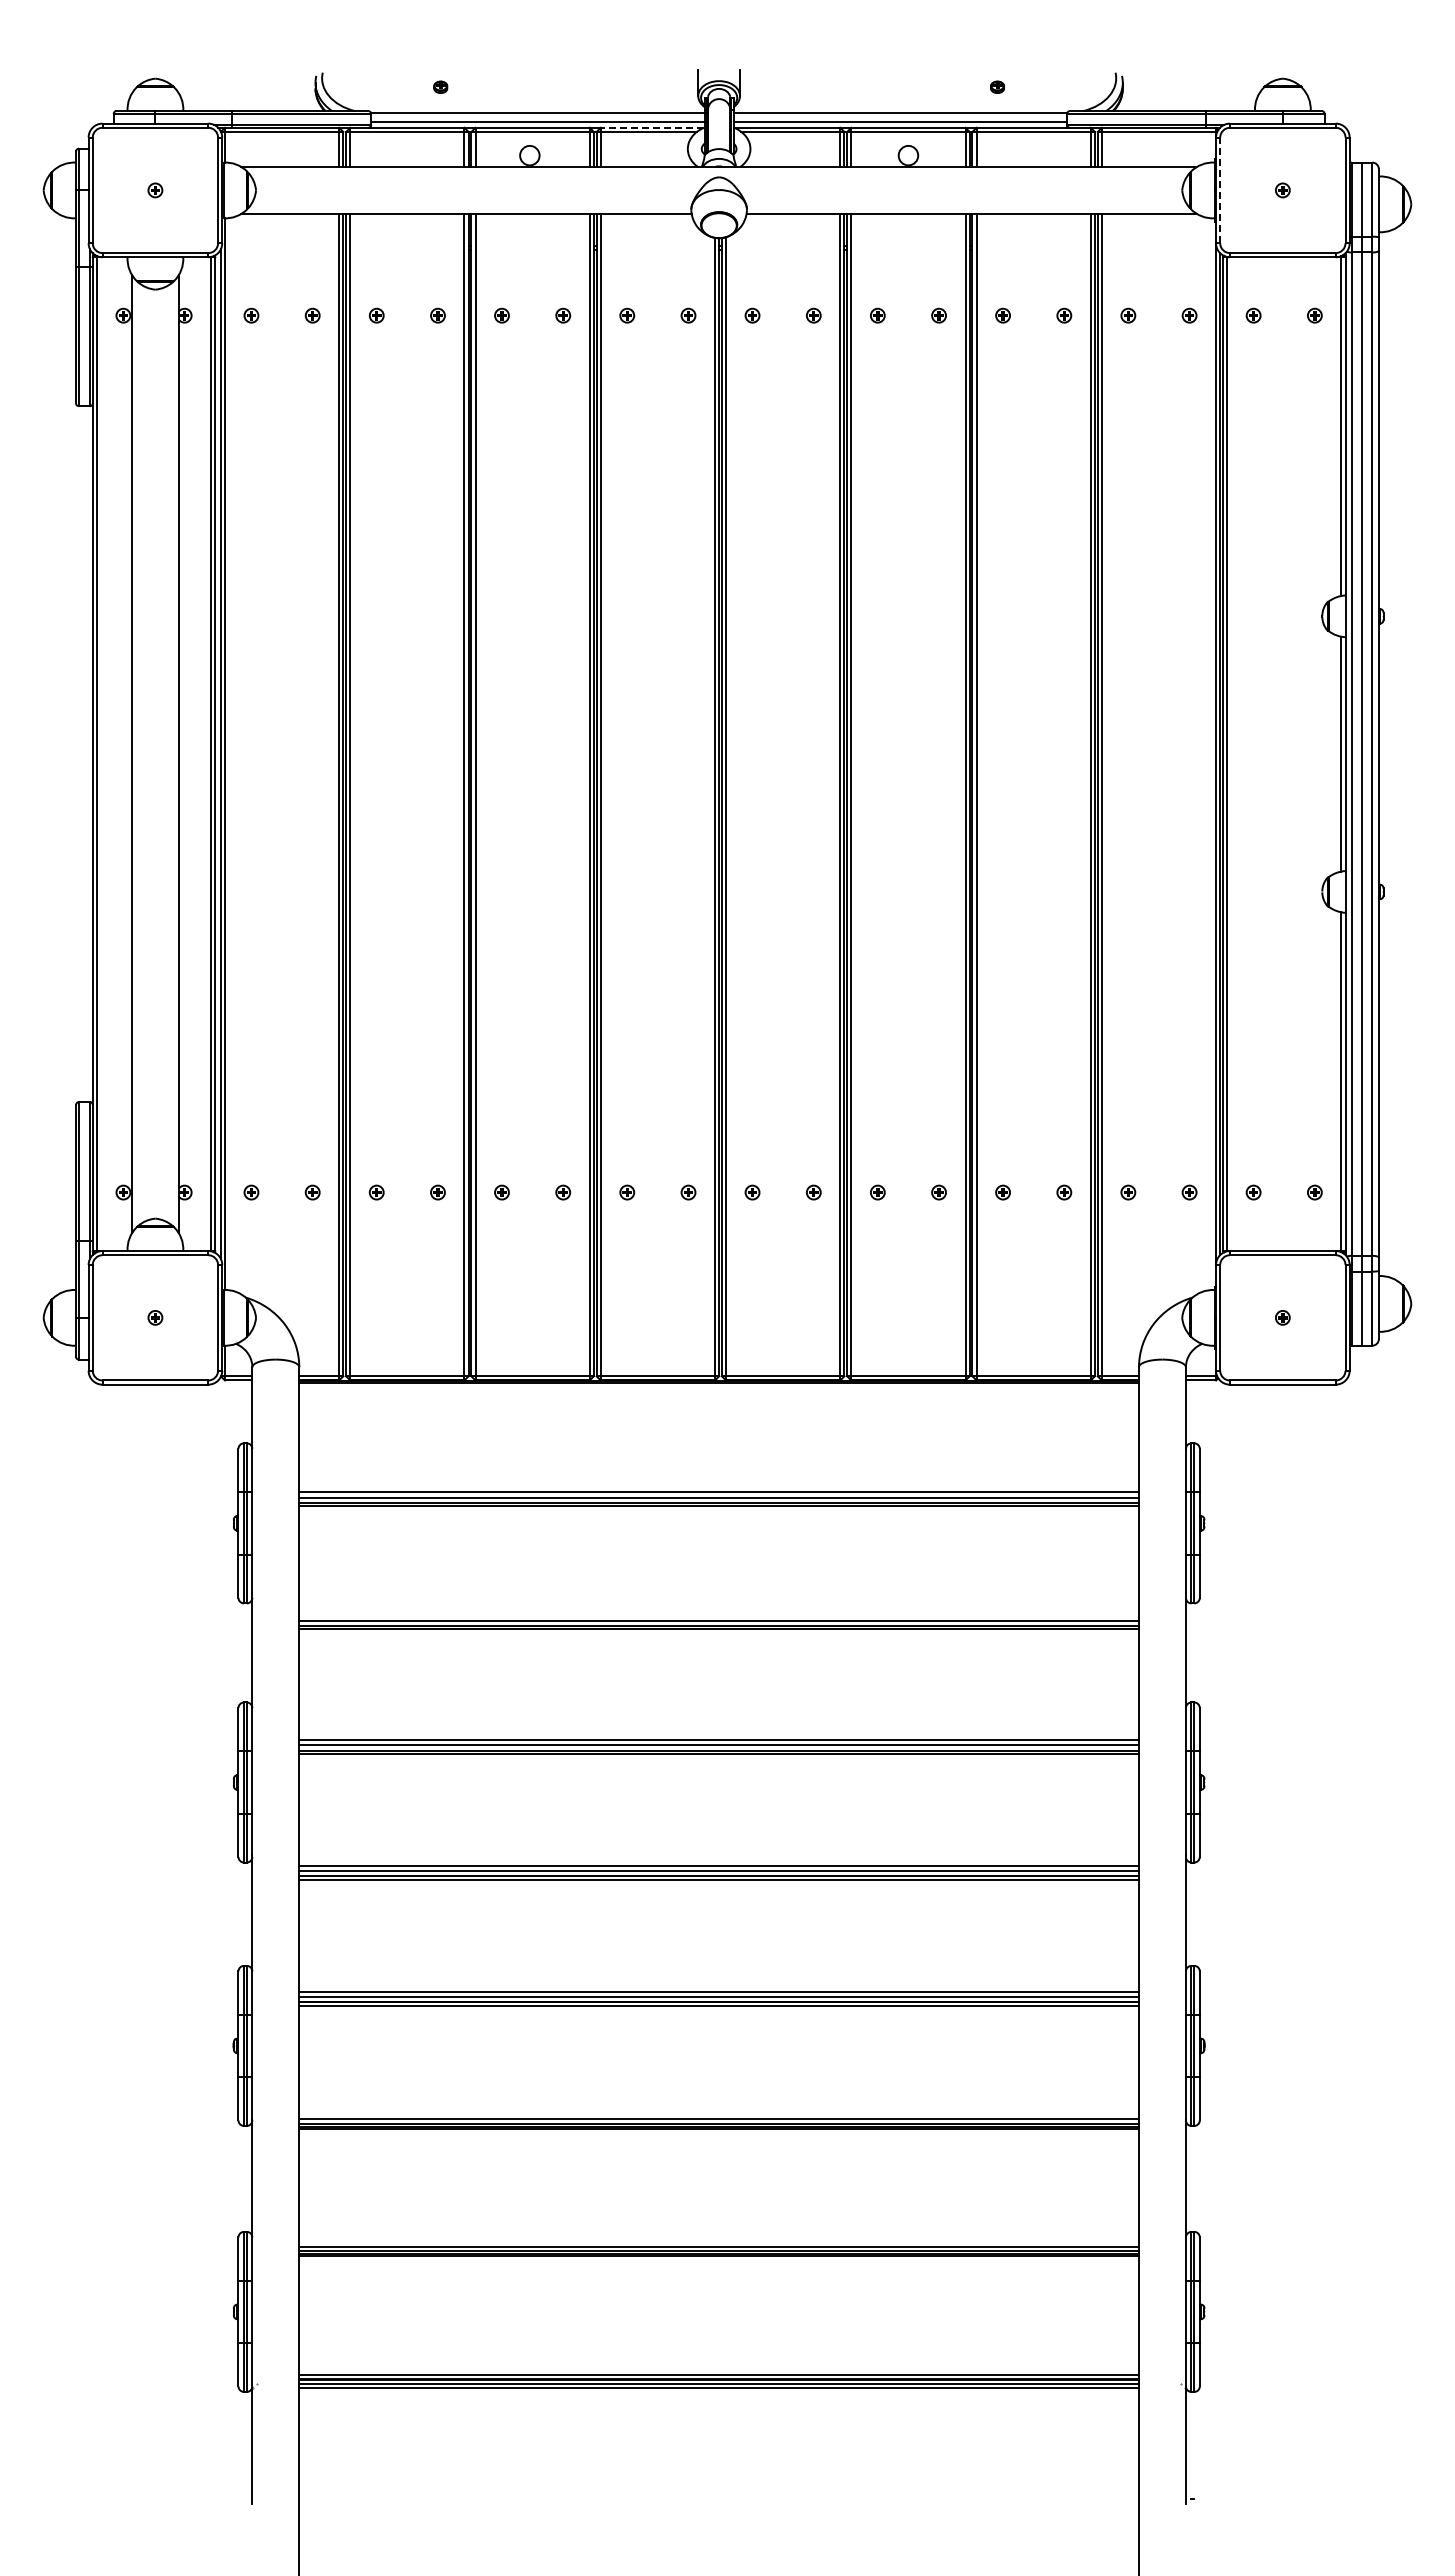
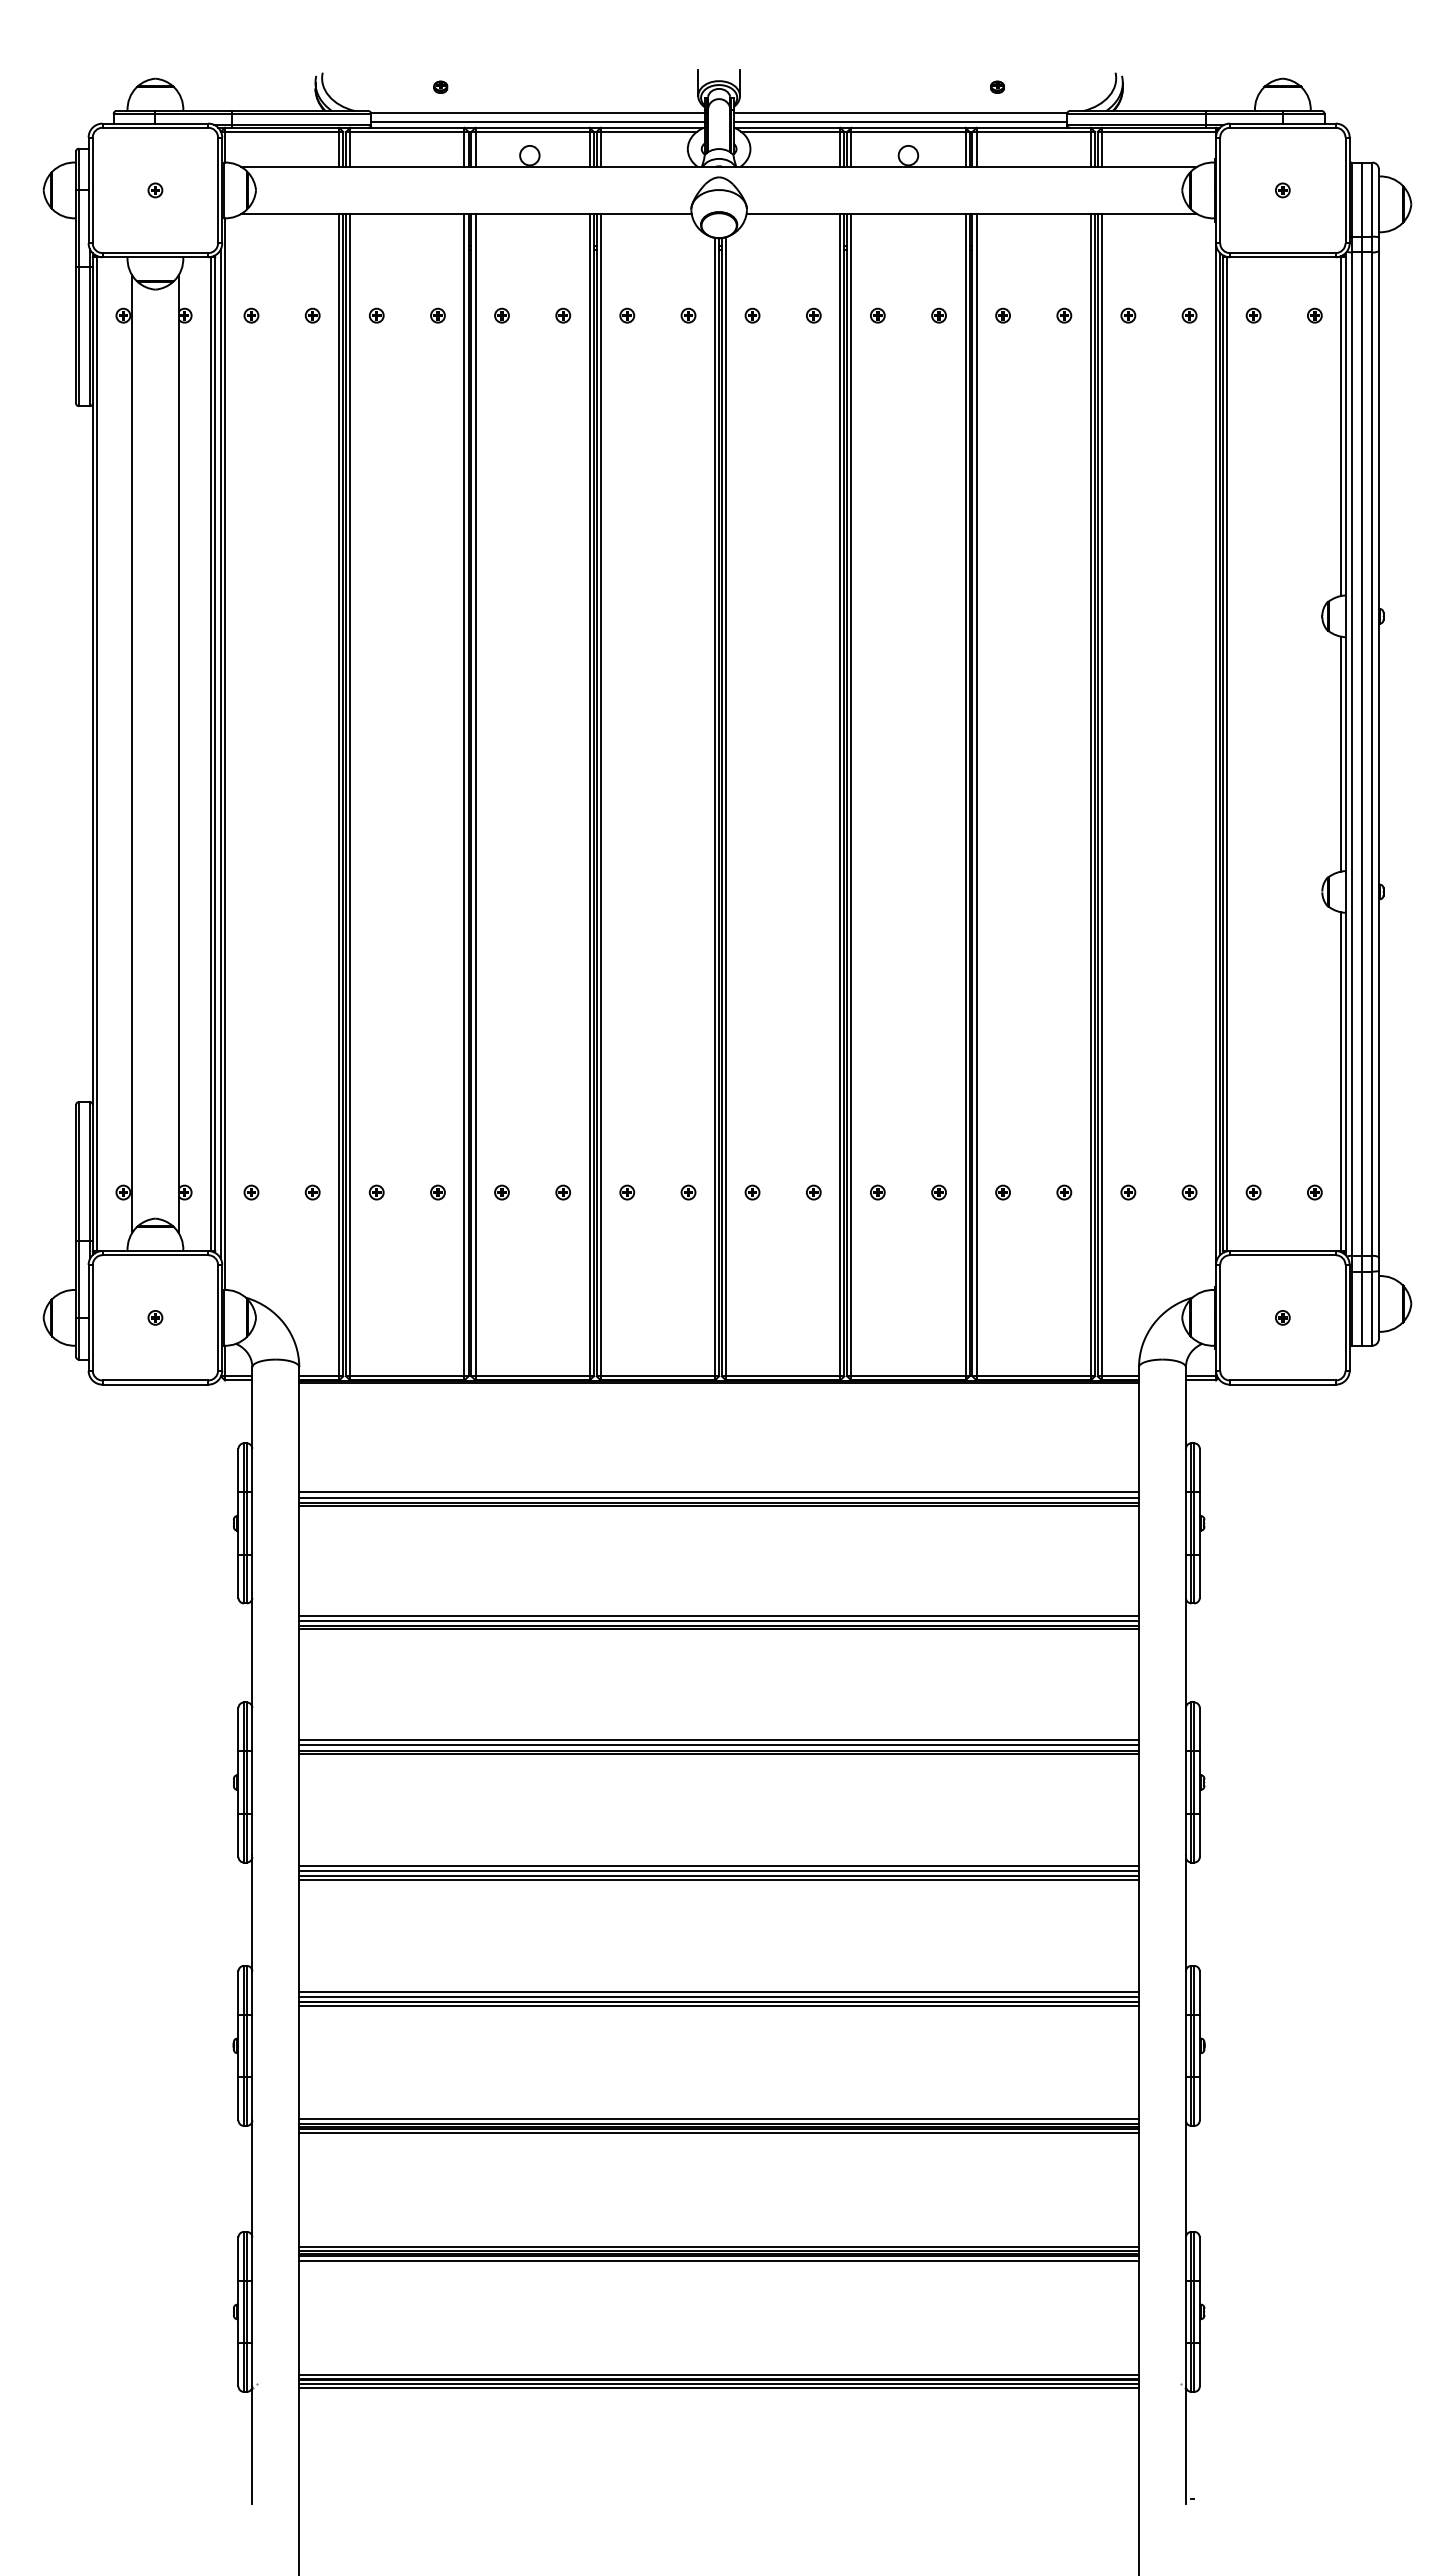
line at (652, 127): dashed -> solid
line at (1220, 190): dashed -> solid
line at (719, 1615): none -> present
line at (719, 2133): none -> present
line at (719, 2260): none -> present
